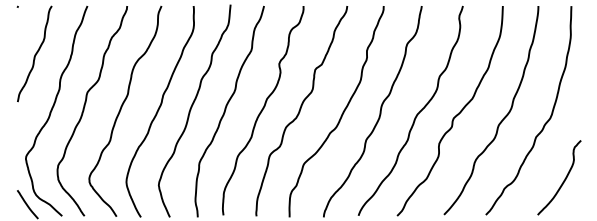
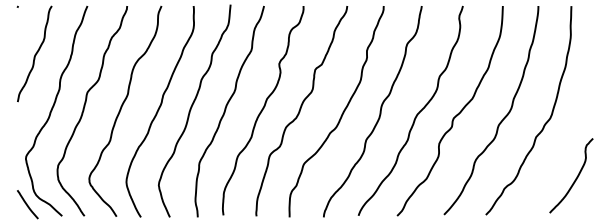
curve at (563, 180) position: (563, 180) -> (575, 178)
